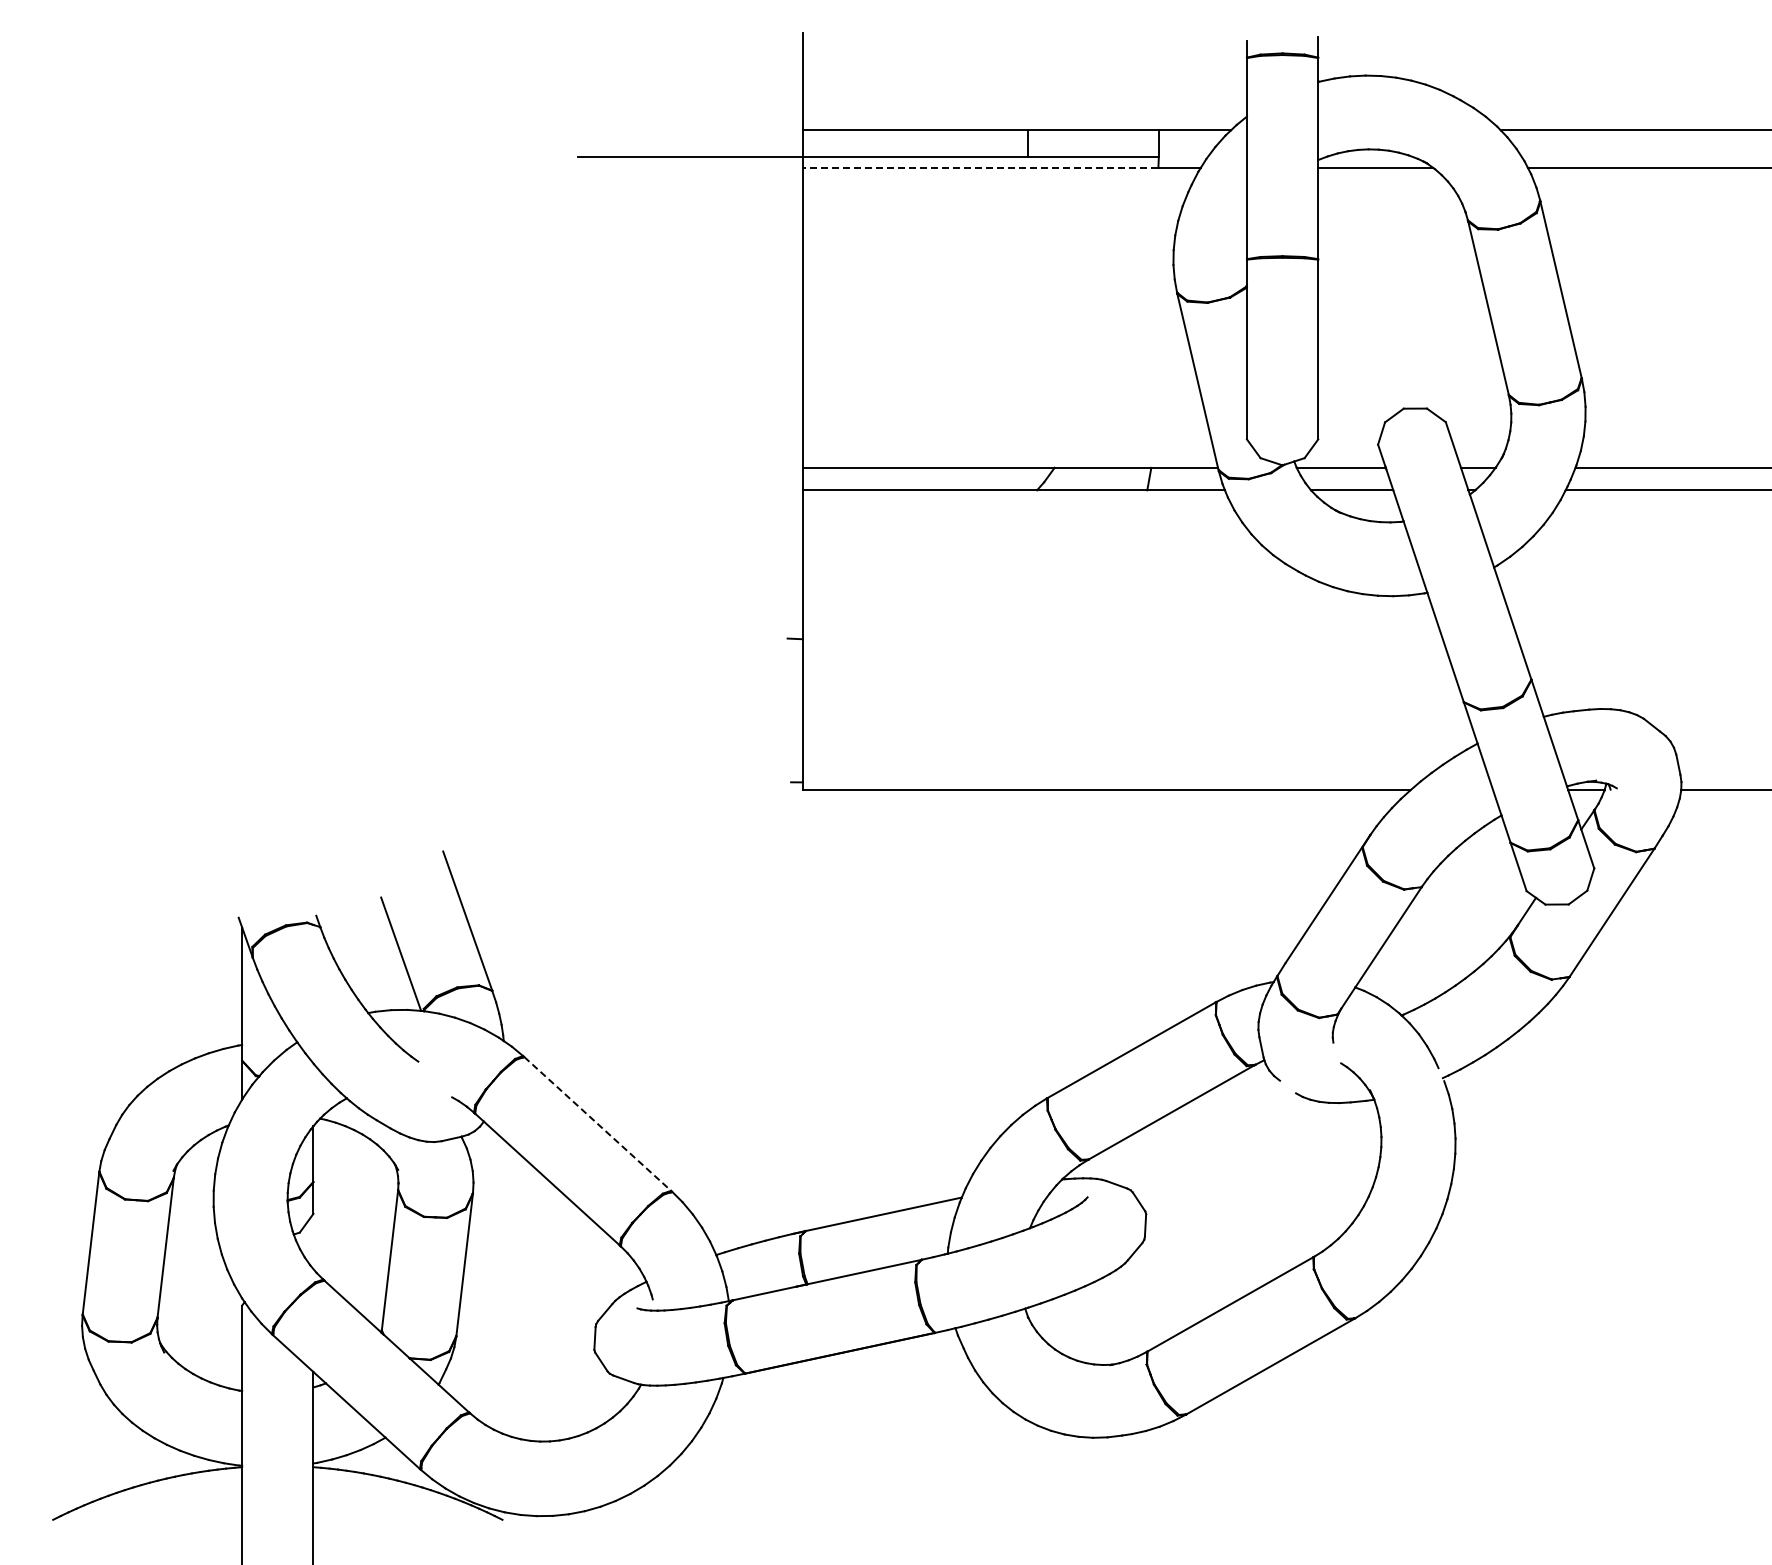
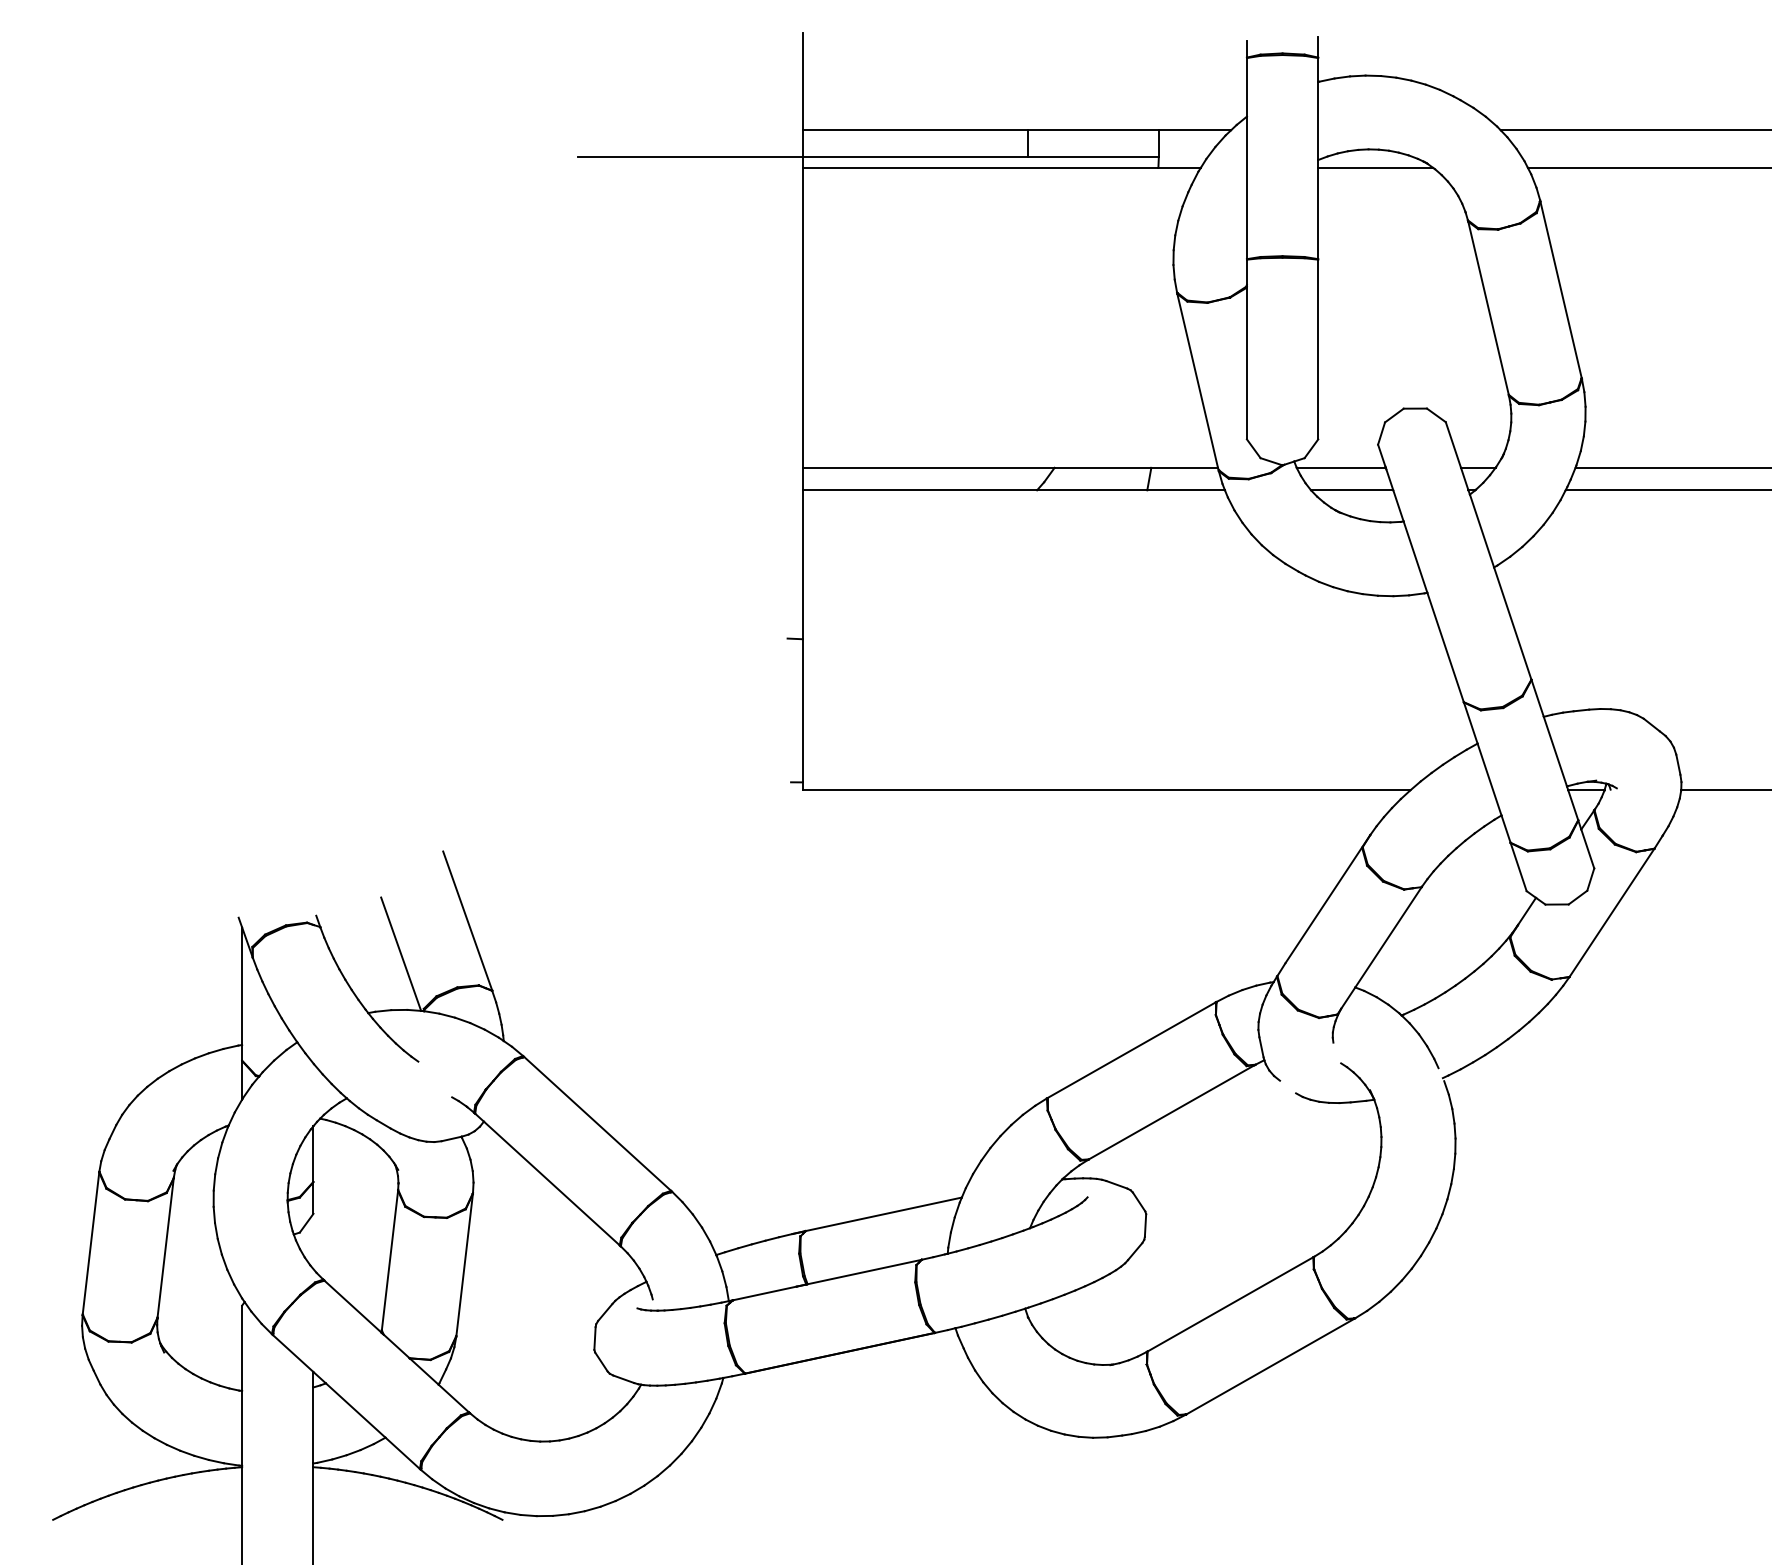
line at (980, 167): dashed -> solid
line at (598, 1124): dashed -> solid
